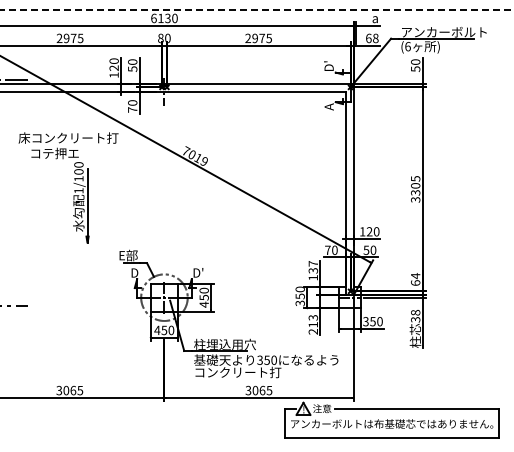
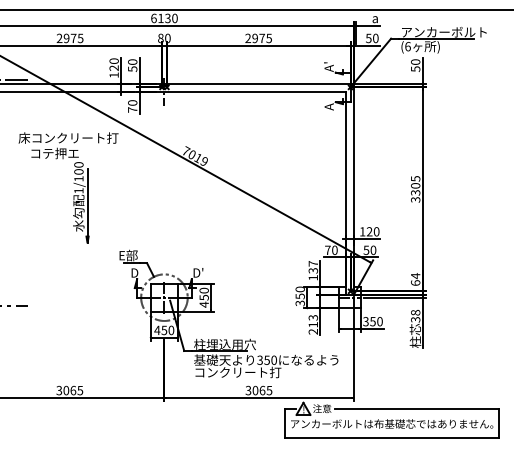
line at (257, 9): dashed -> solid
text at (372, 38): 68 -> 50
text at (328, 66): D' -> A'
